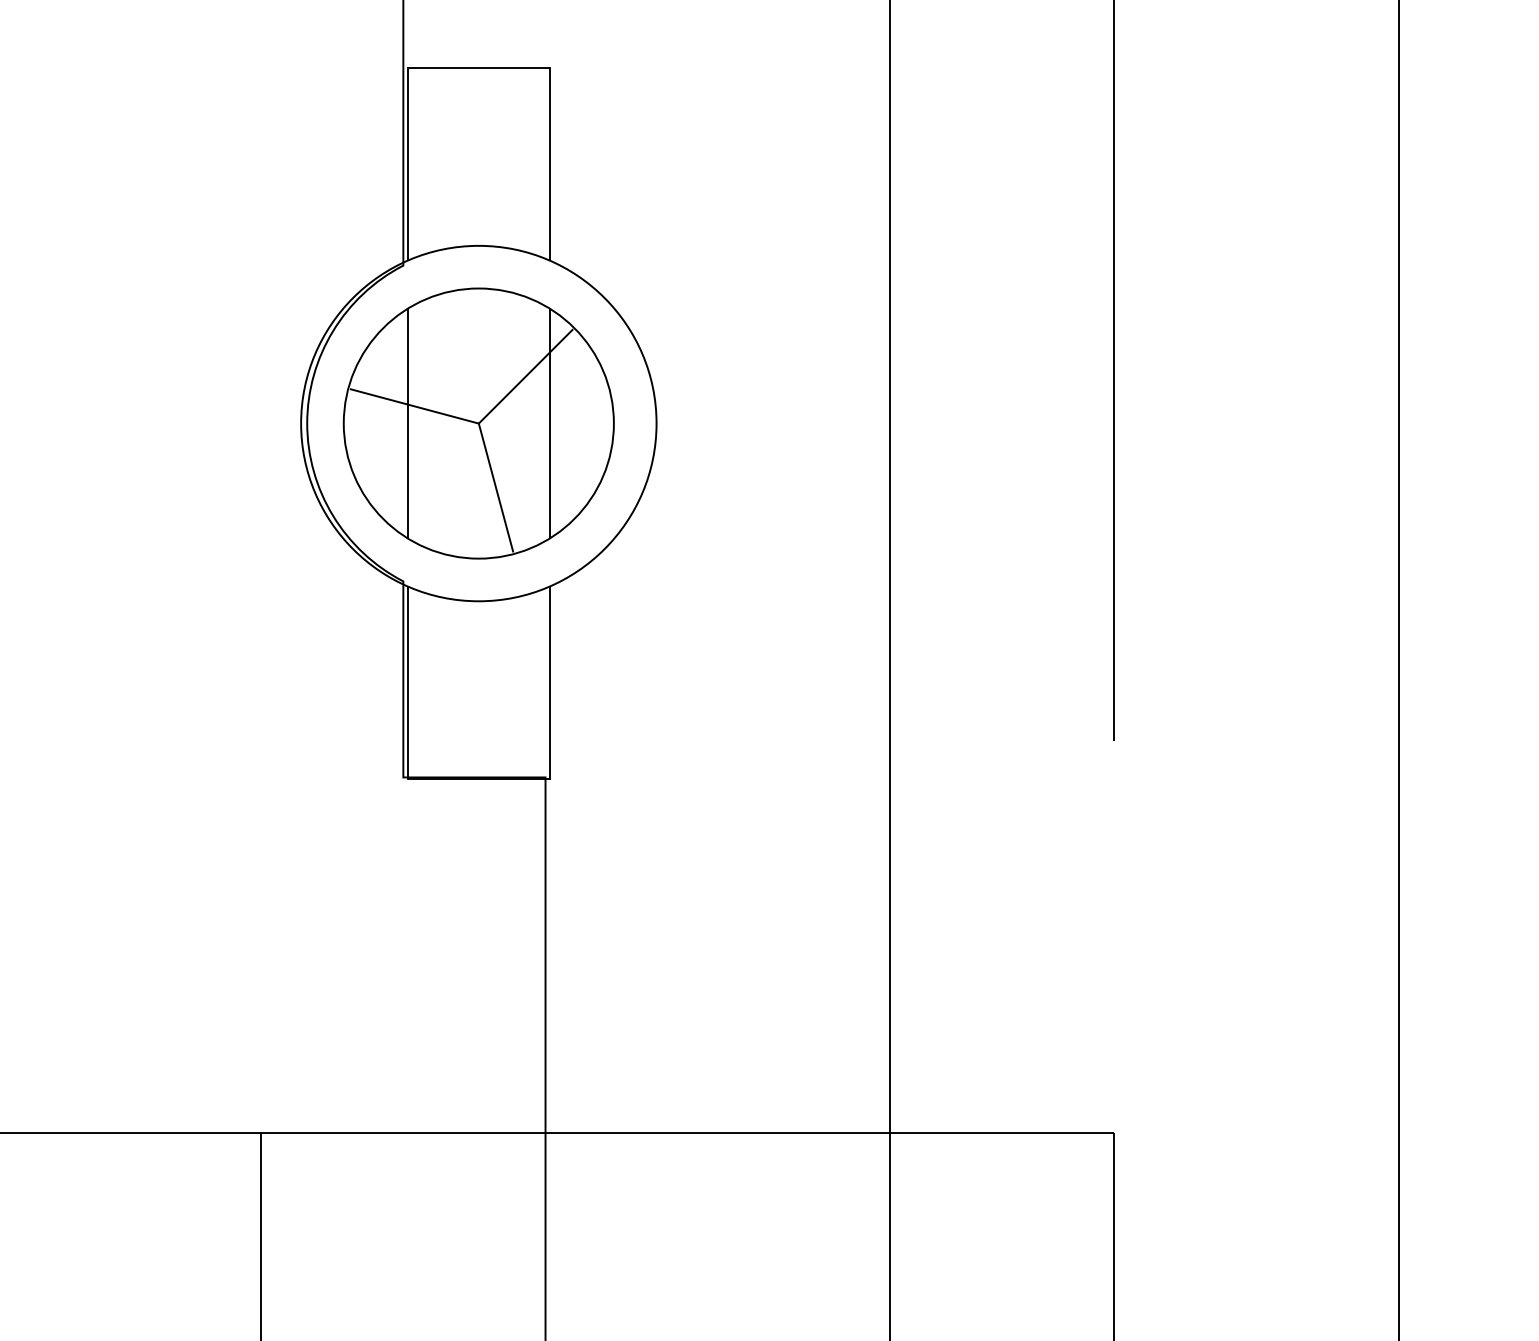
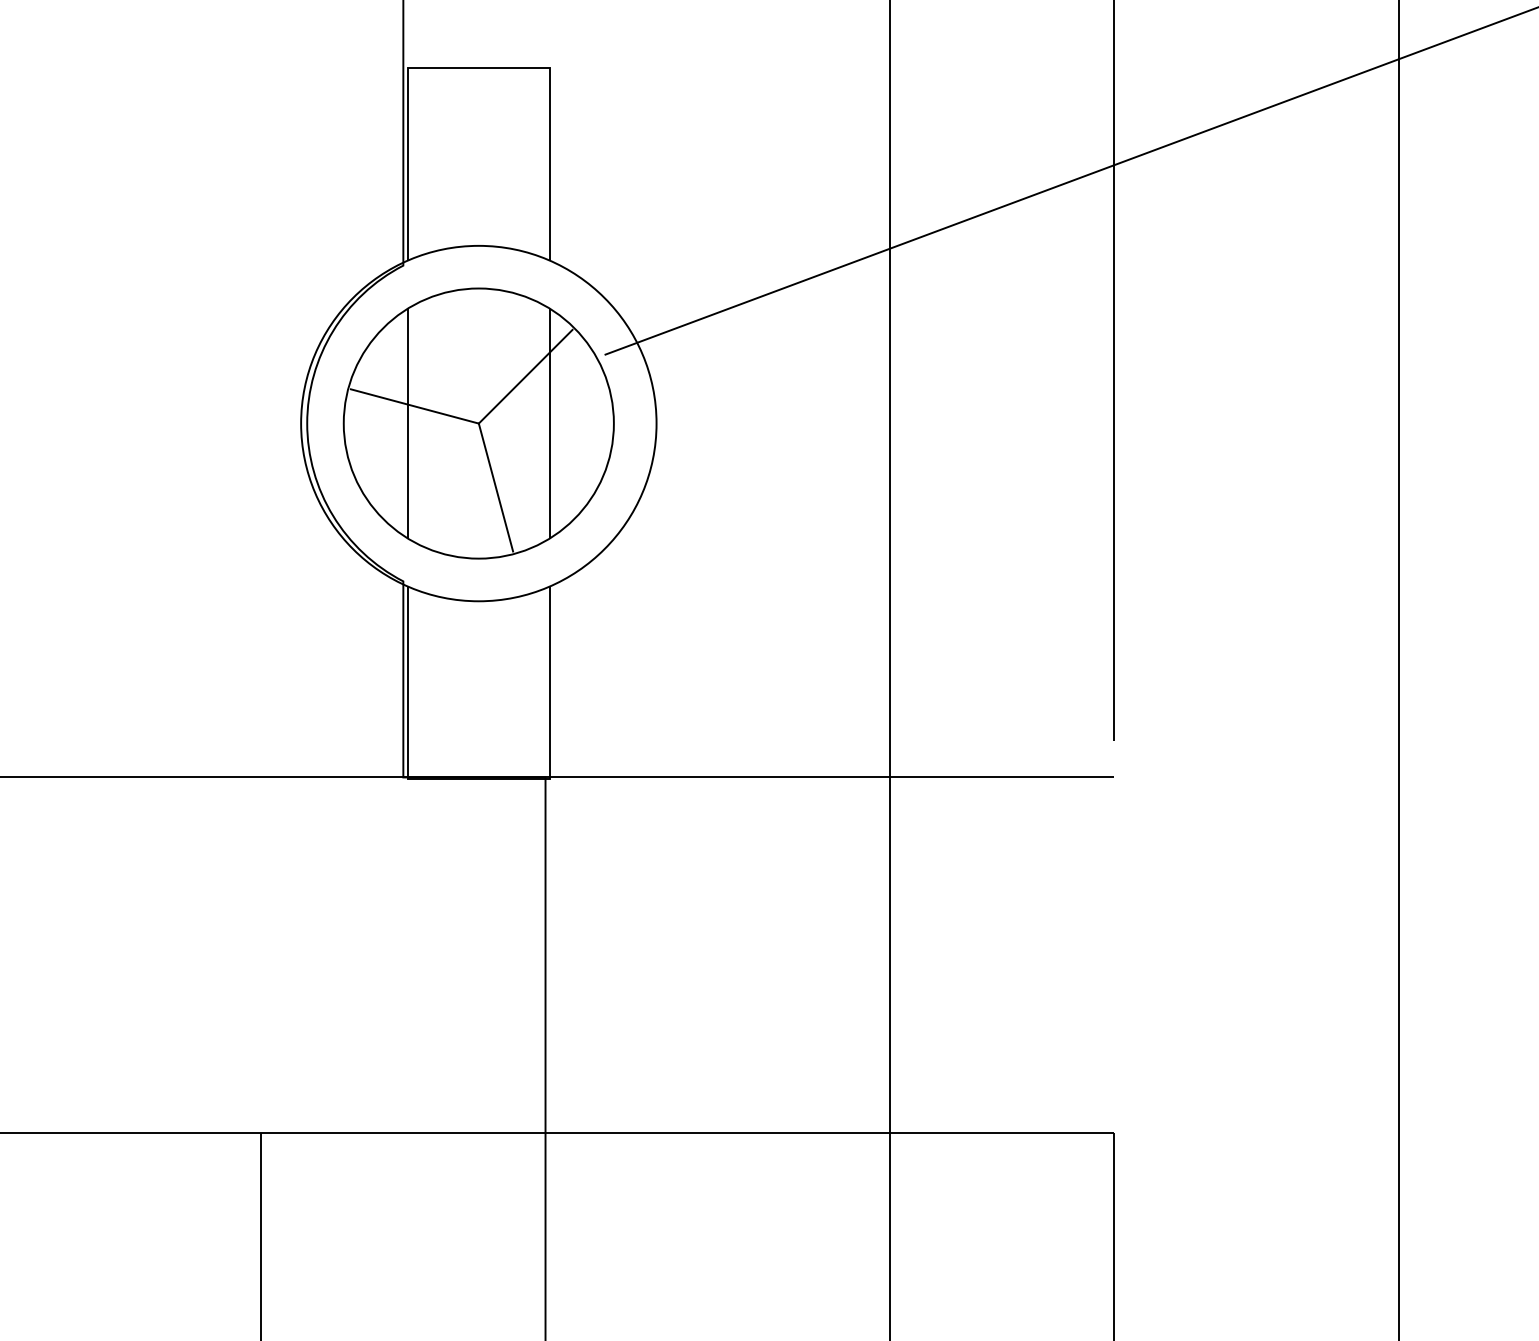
line at (1070, 181): none -> present
line at (558, 777): none -> present
